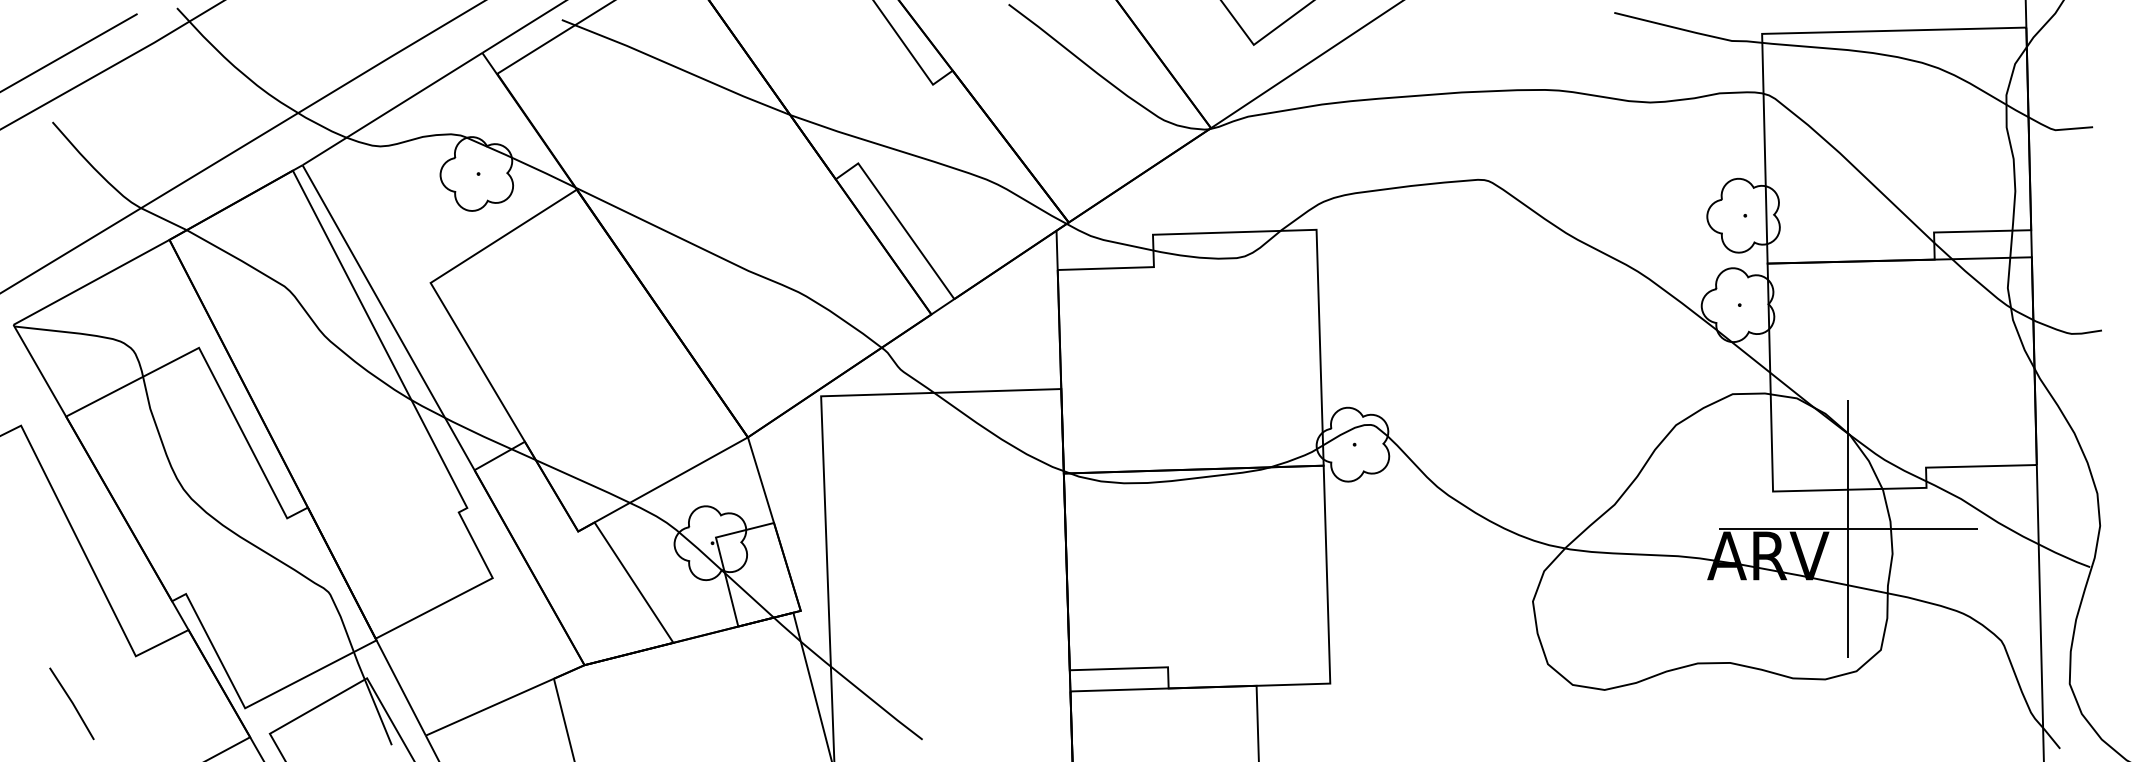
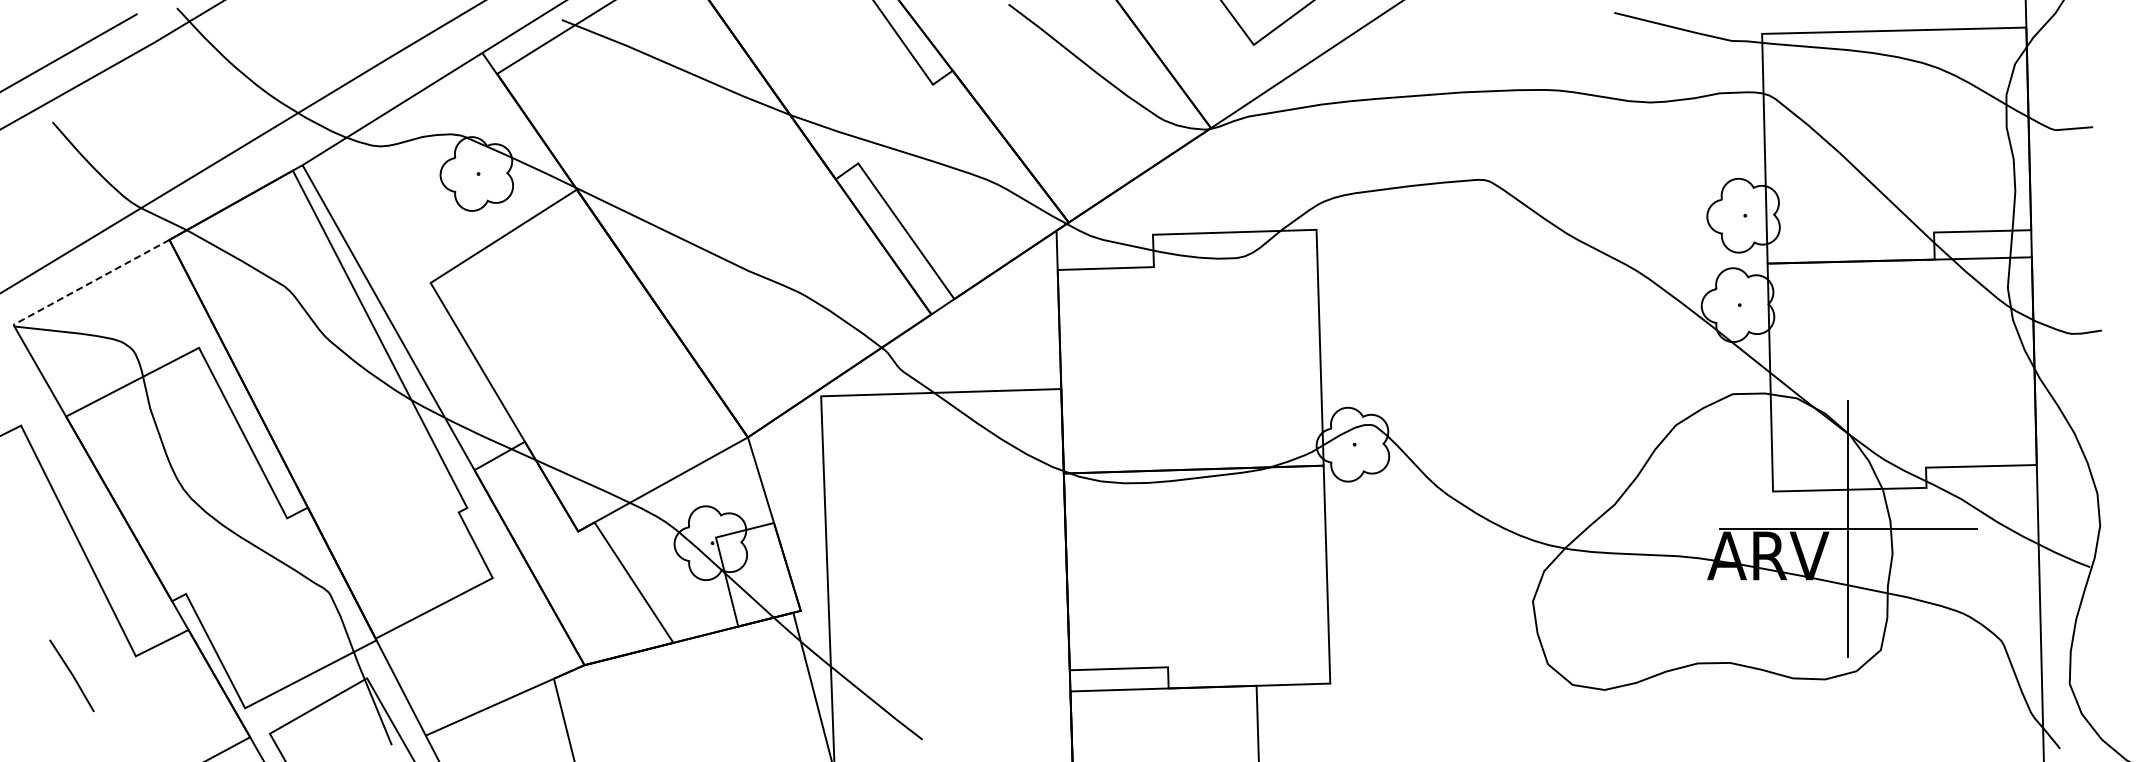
line at (91, 282): solid -> dashed
line at (71, 703) position: (71, 703) -> (71, 675)
